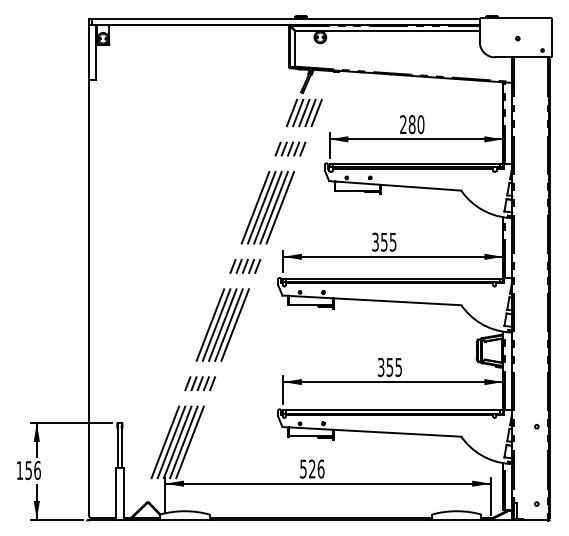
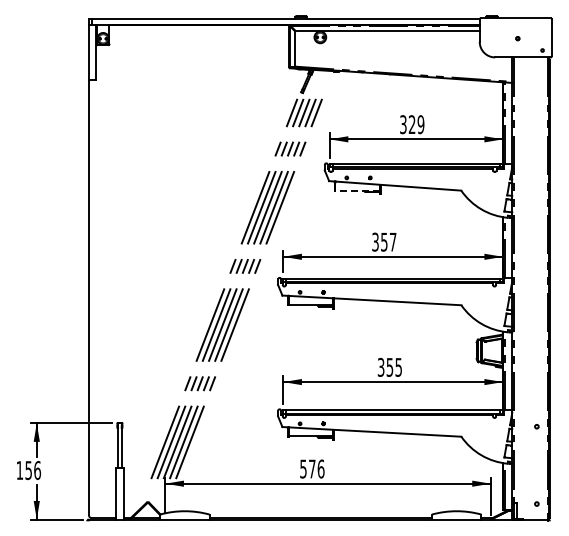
text at (412, 124): 280 -> 329
line at (357, 190): solid -> dashed
text at (392, 242): 355 -> 357
text at (312, 468): 526 -> 576
